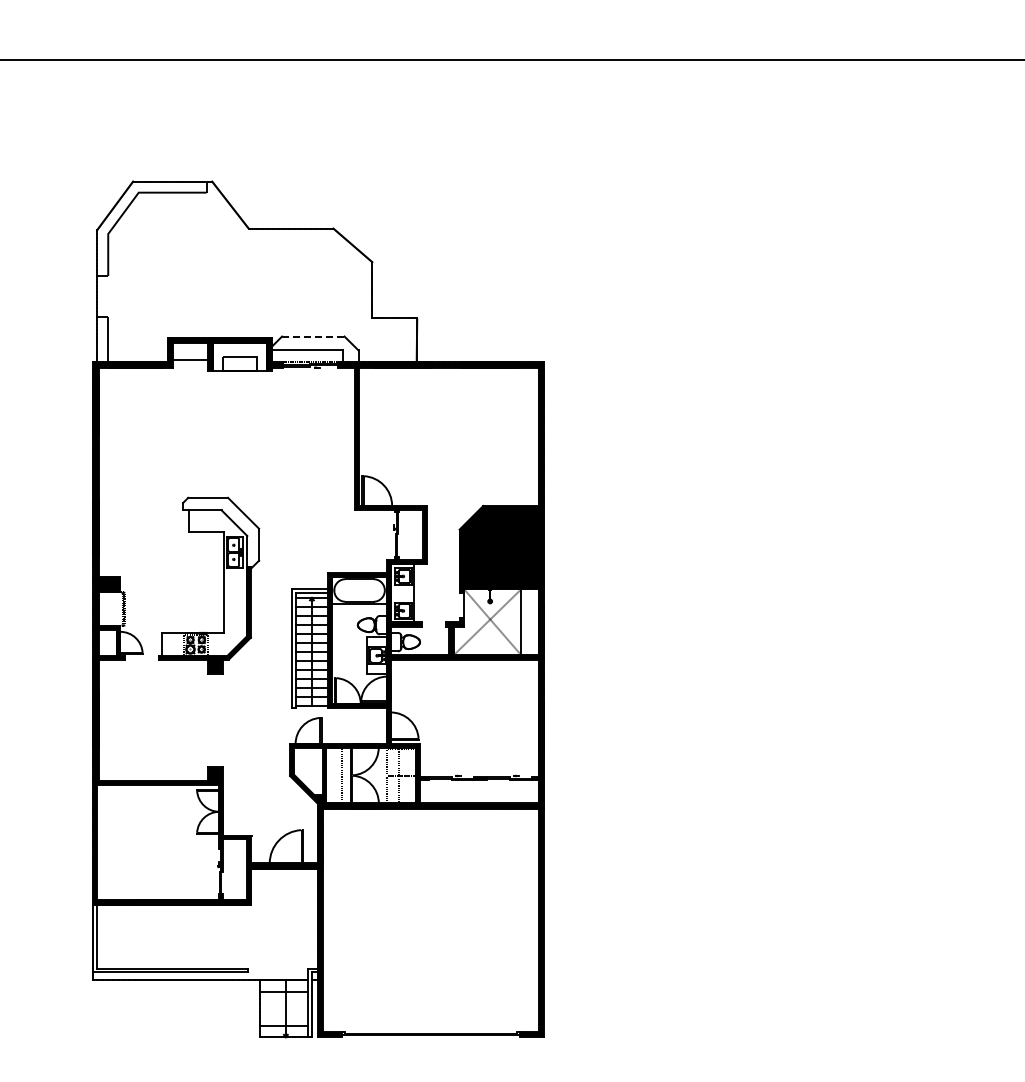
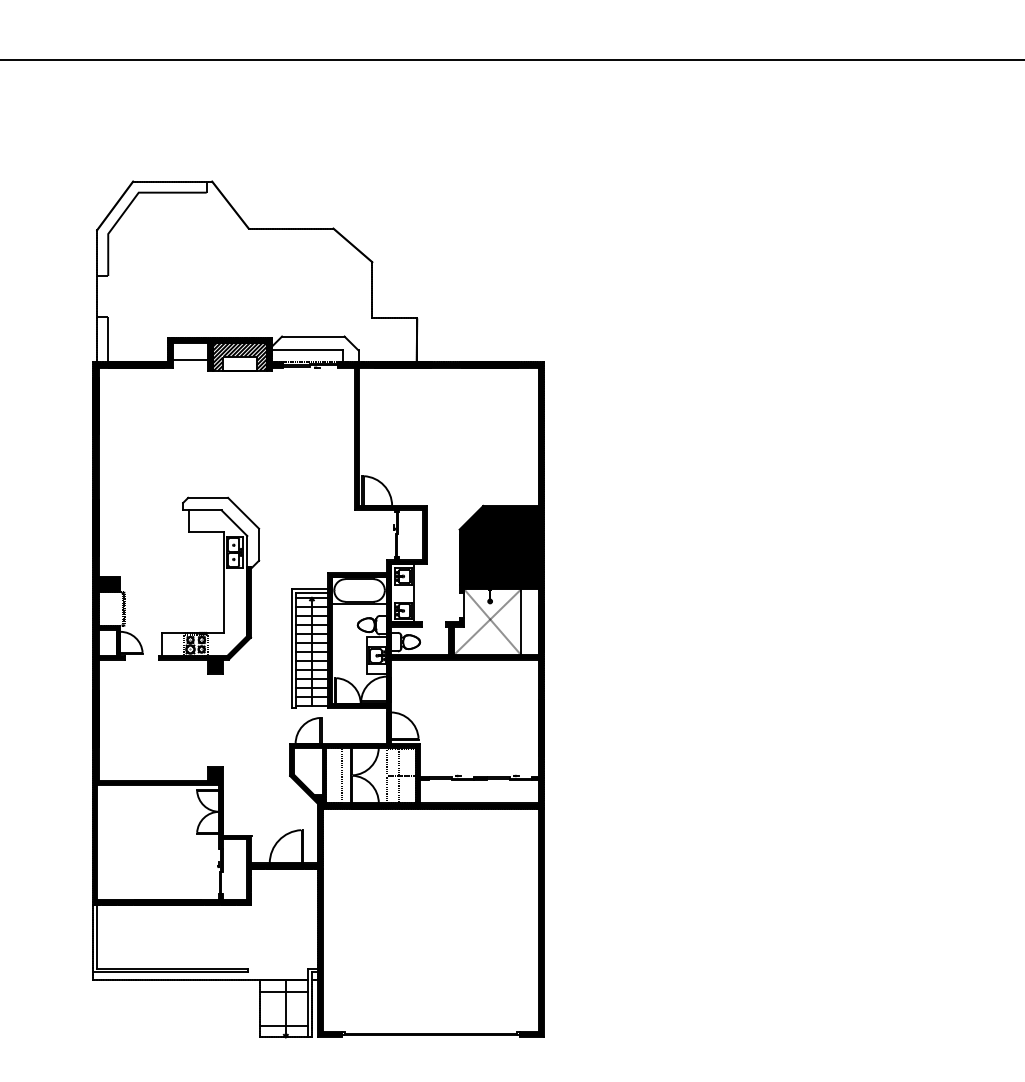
line at (313, 336): dashed -> solid
hatch at (239, 356): none -> present
